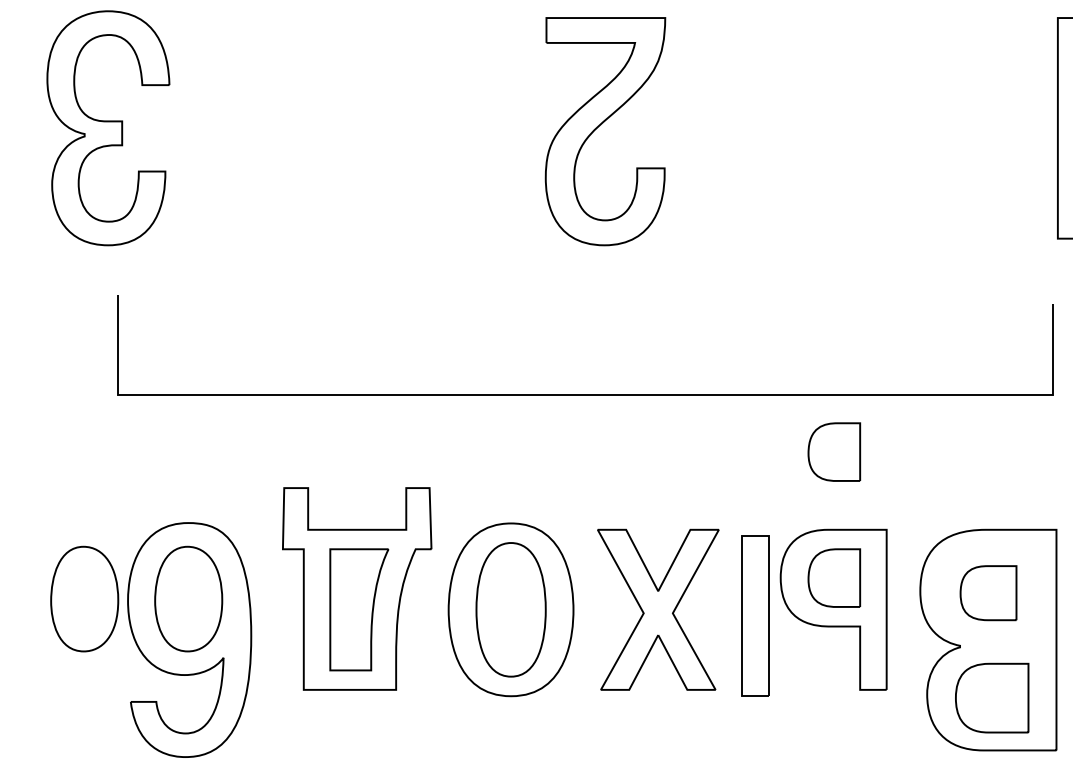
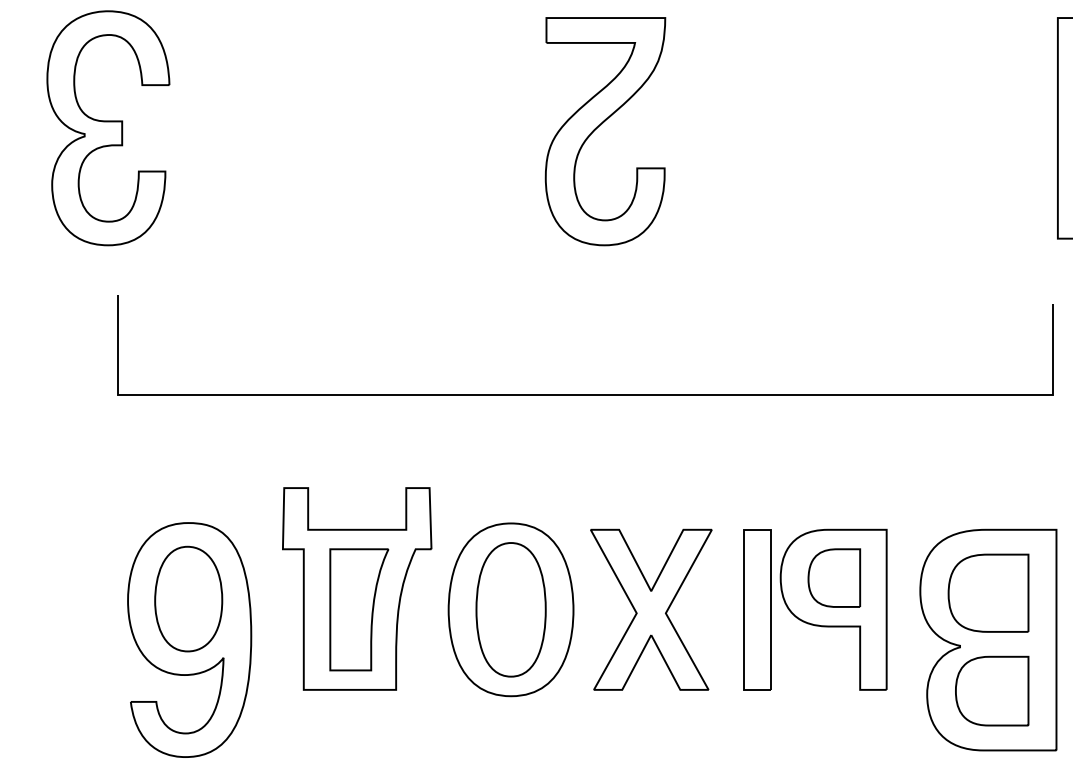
part at (834, 451): present -> none
part at (988, 593) size: 59x57 px -> 83x80 px
part at (84, 598): present -> none
part at (658, 609) position: (658, 609) -> (651, 609)
part at (755, 615) position: (755, 615) -> (757, 609)
part at (992, 697) position: (992, 697) -> (992, 690)
